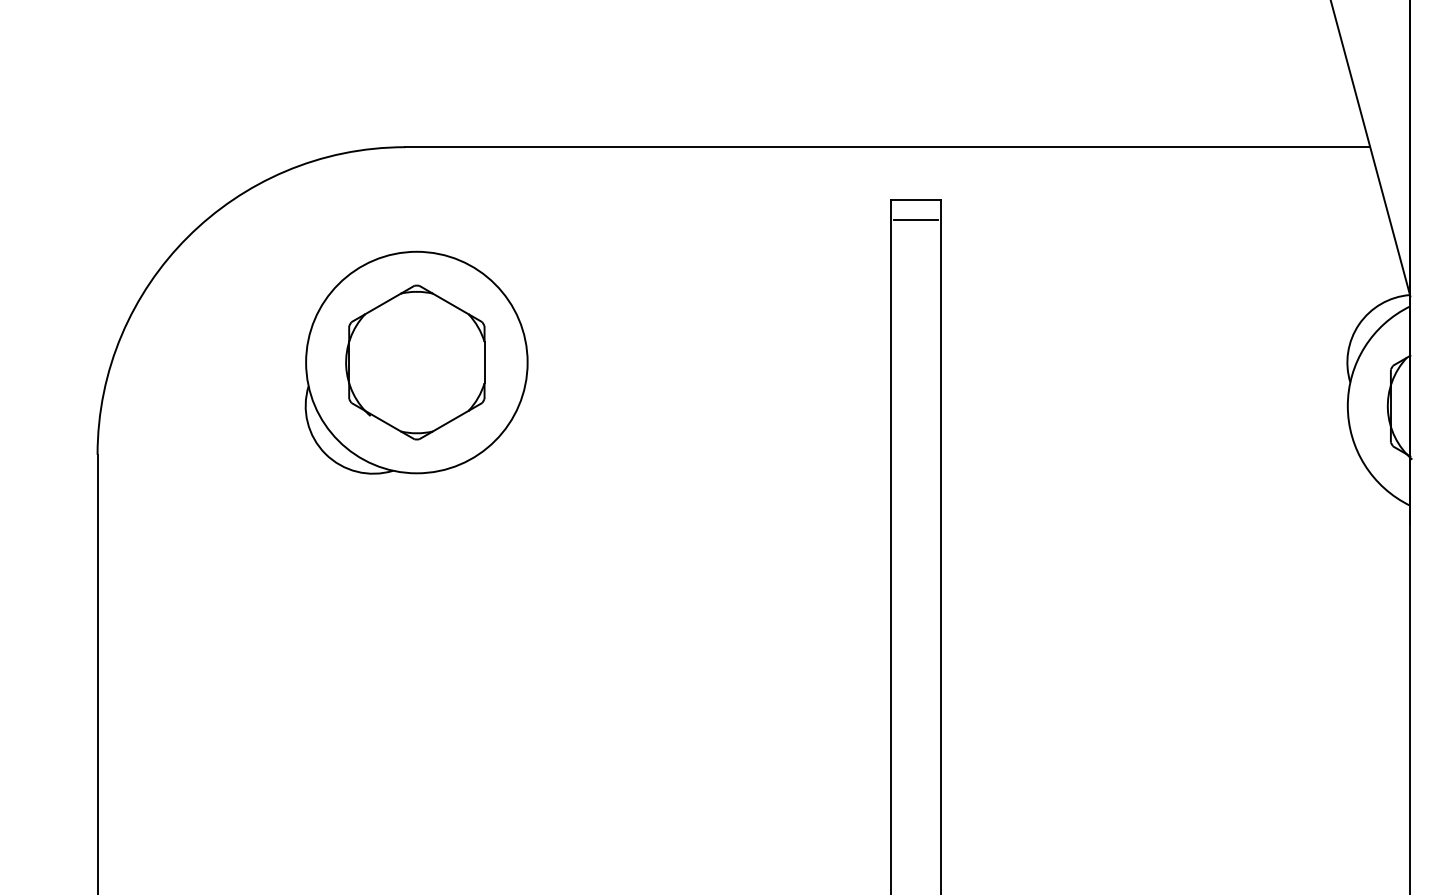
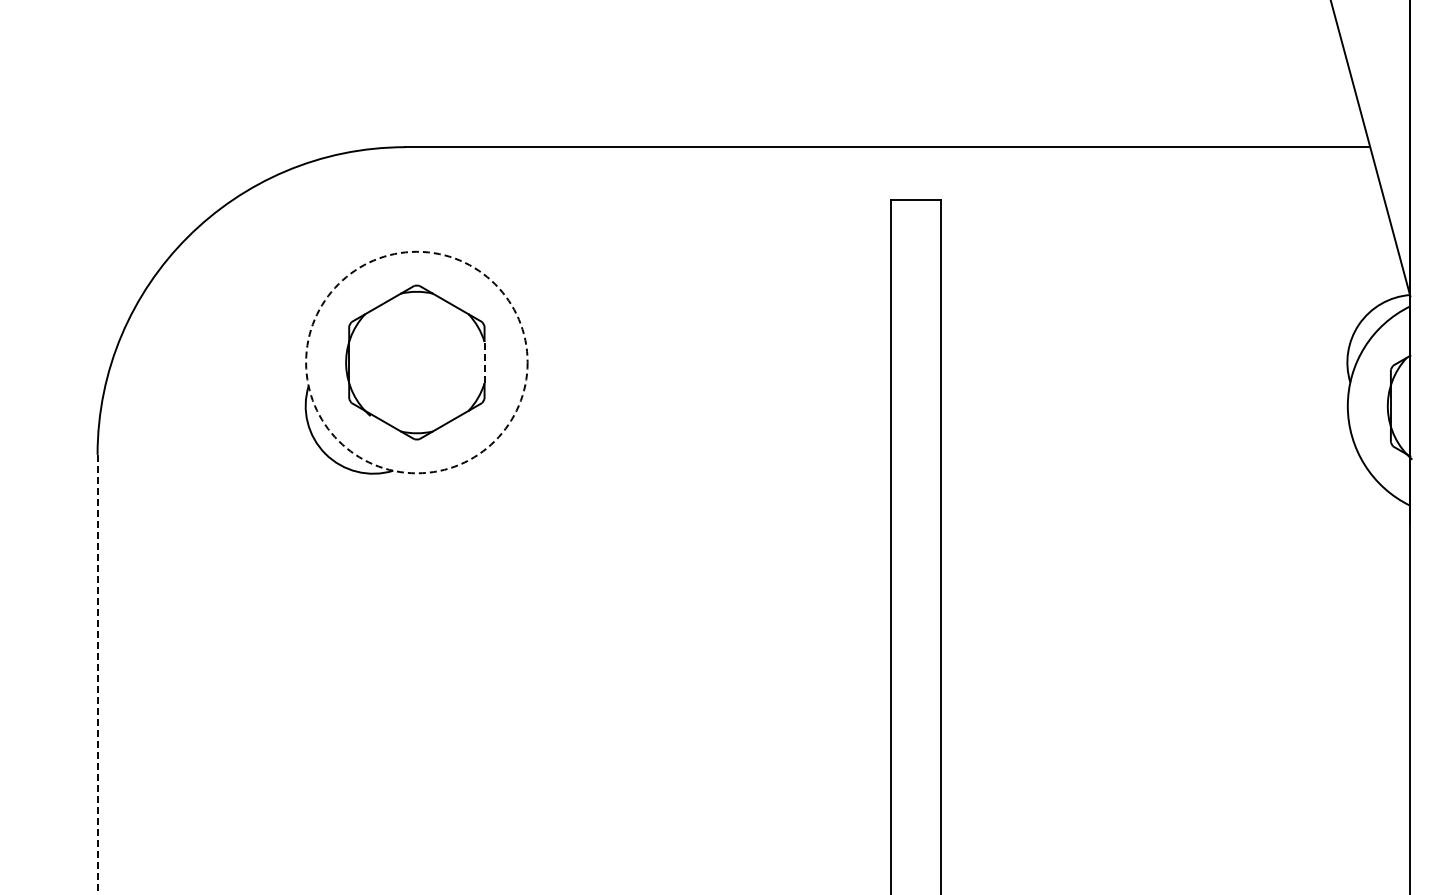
line at (915, 219): present -> none
circle at (416, 362): solid -> dashed
line at (484, 362): solid -> dashed
line at (97, 674): solid -> dashed
